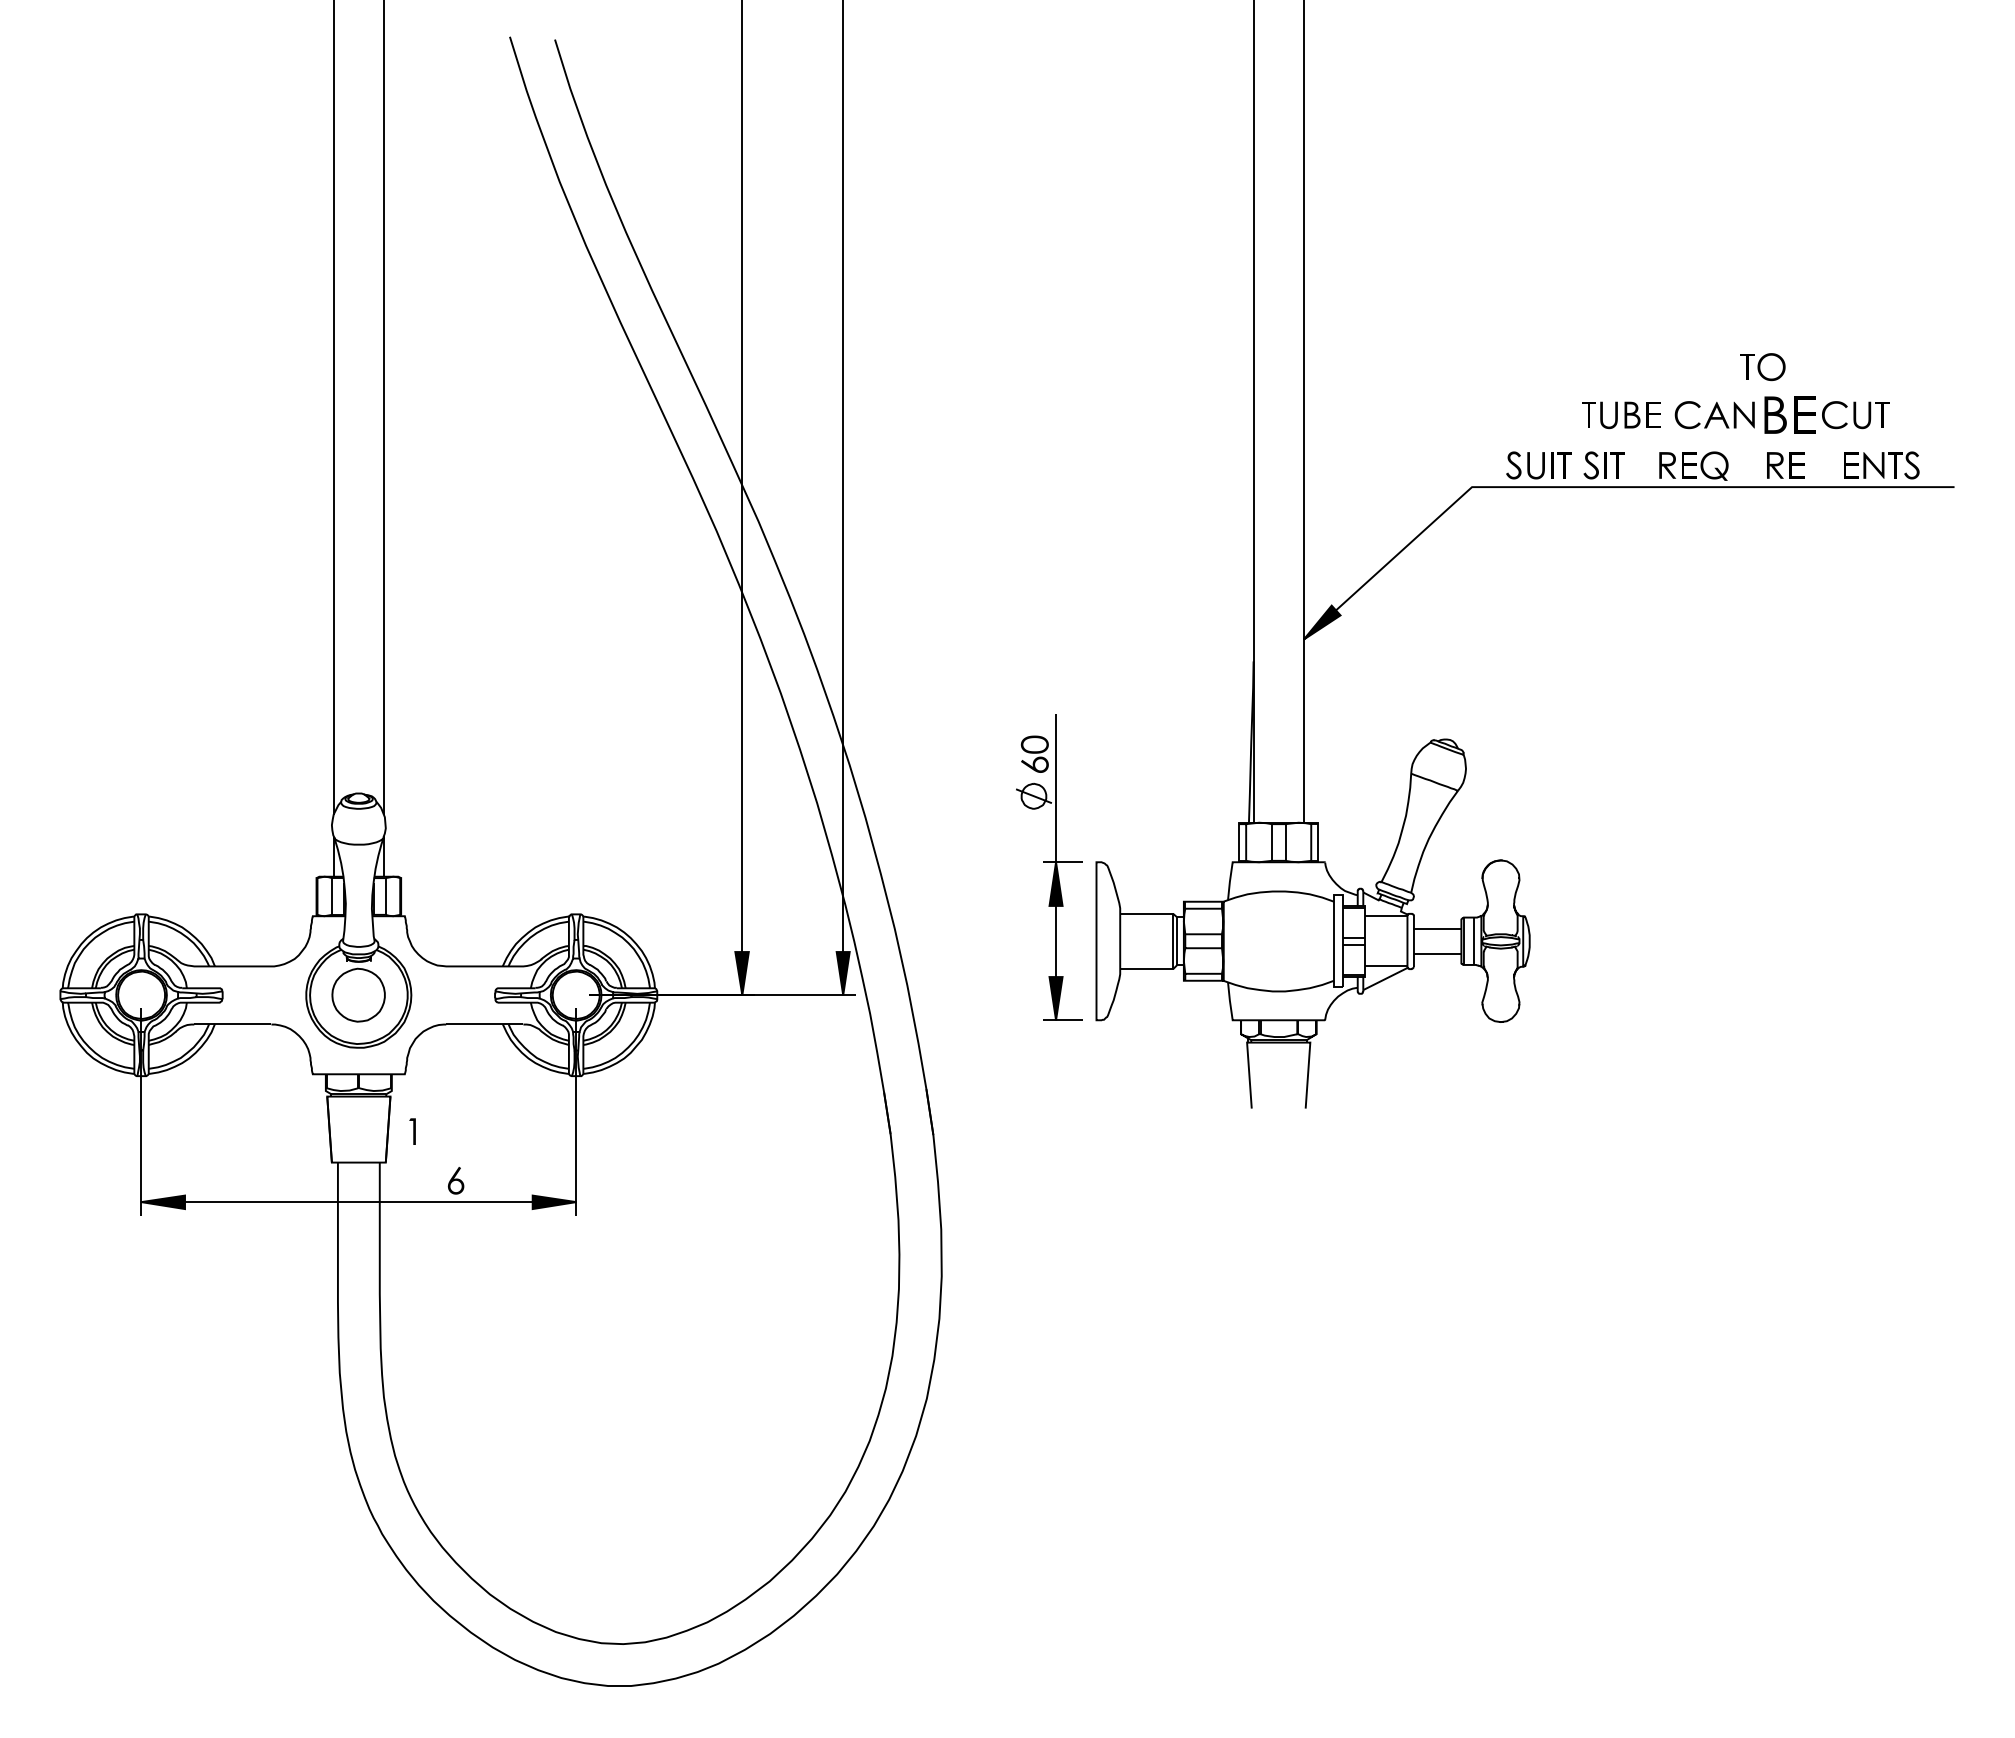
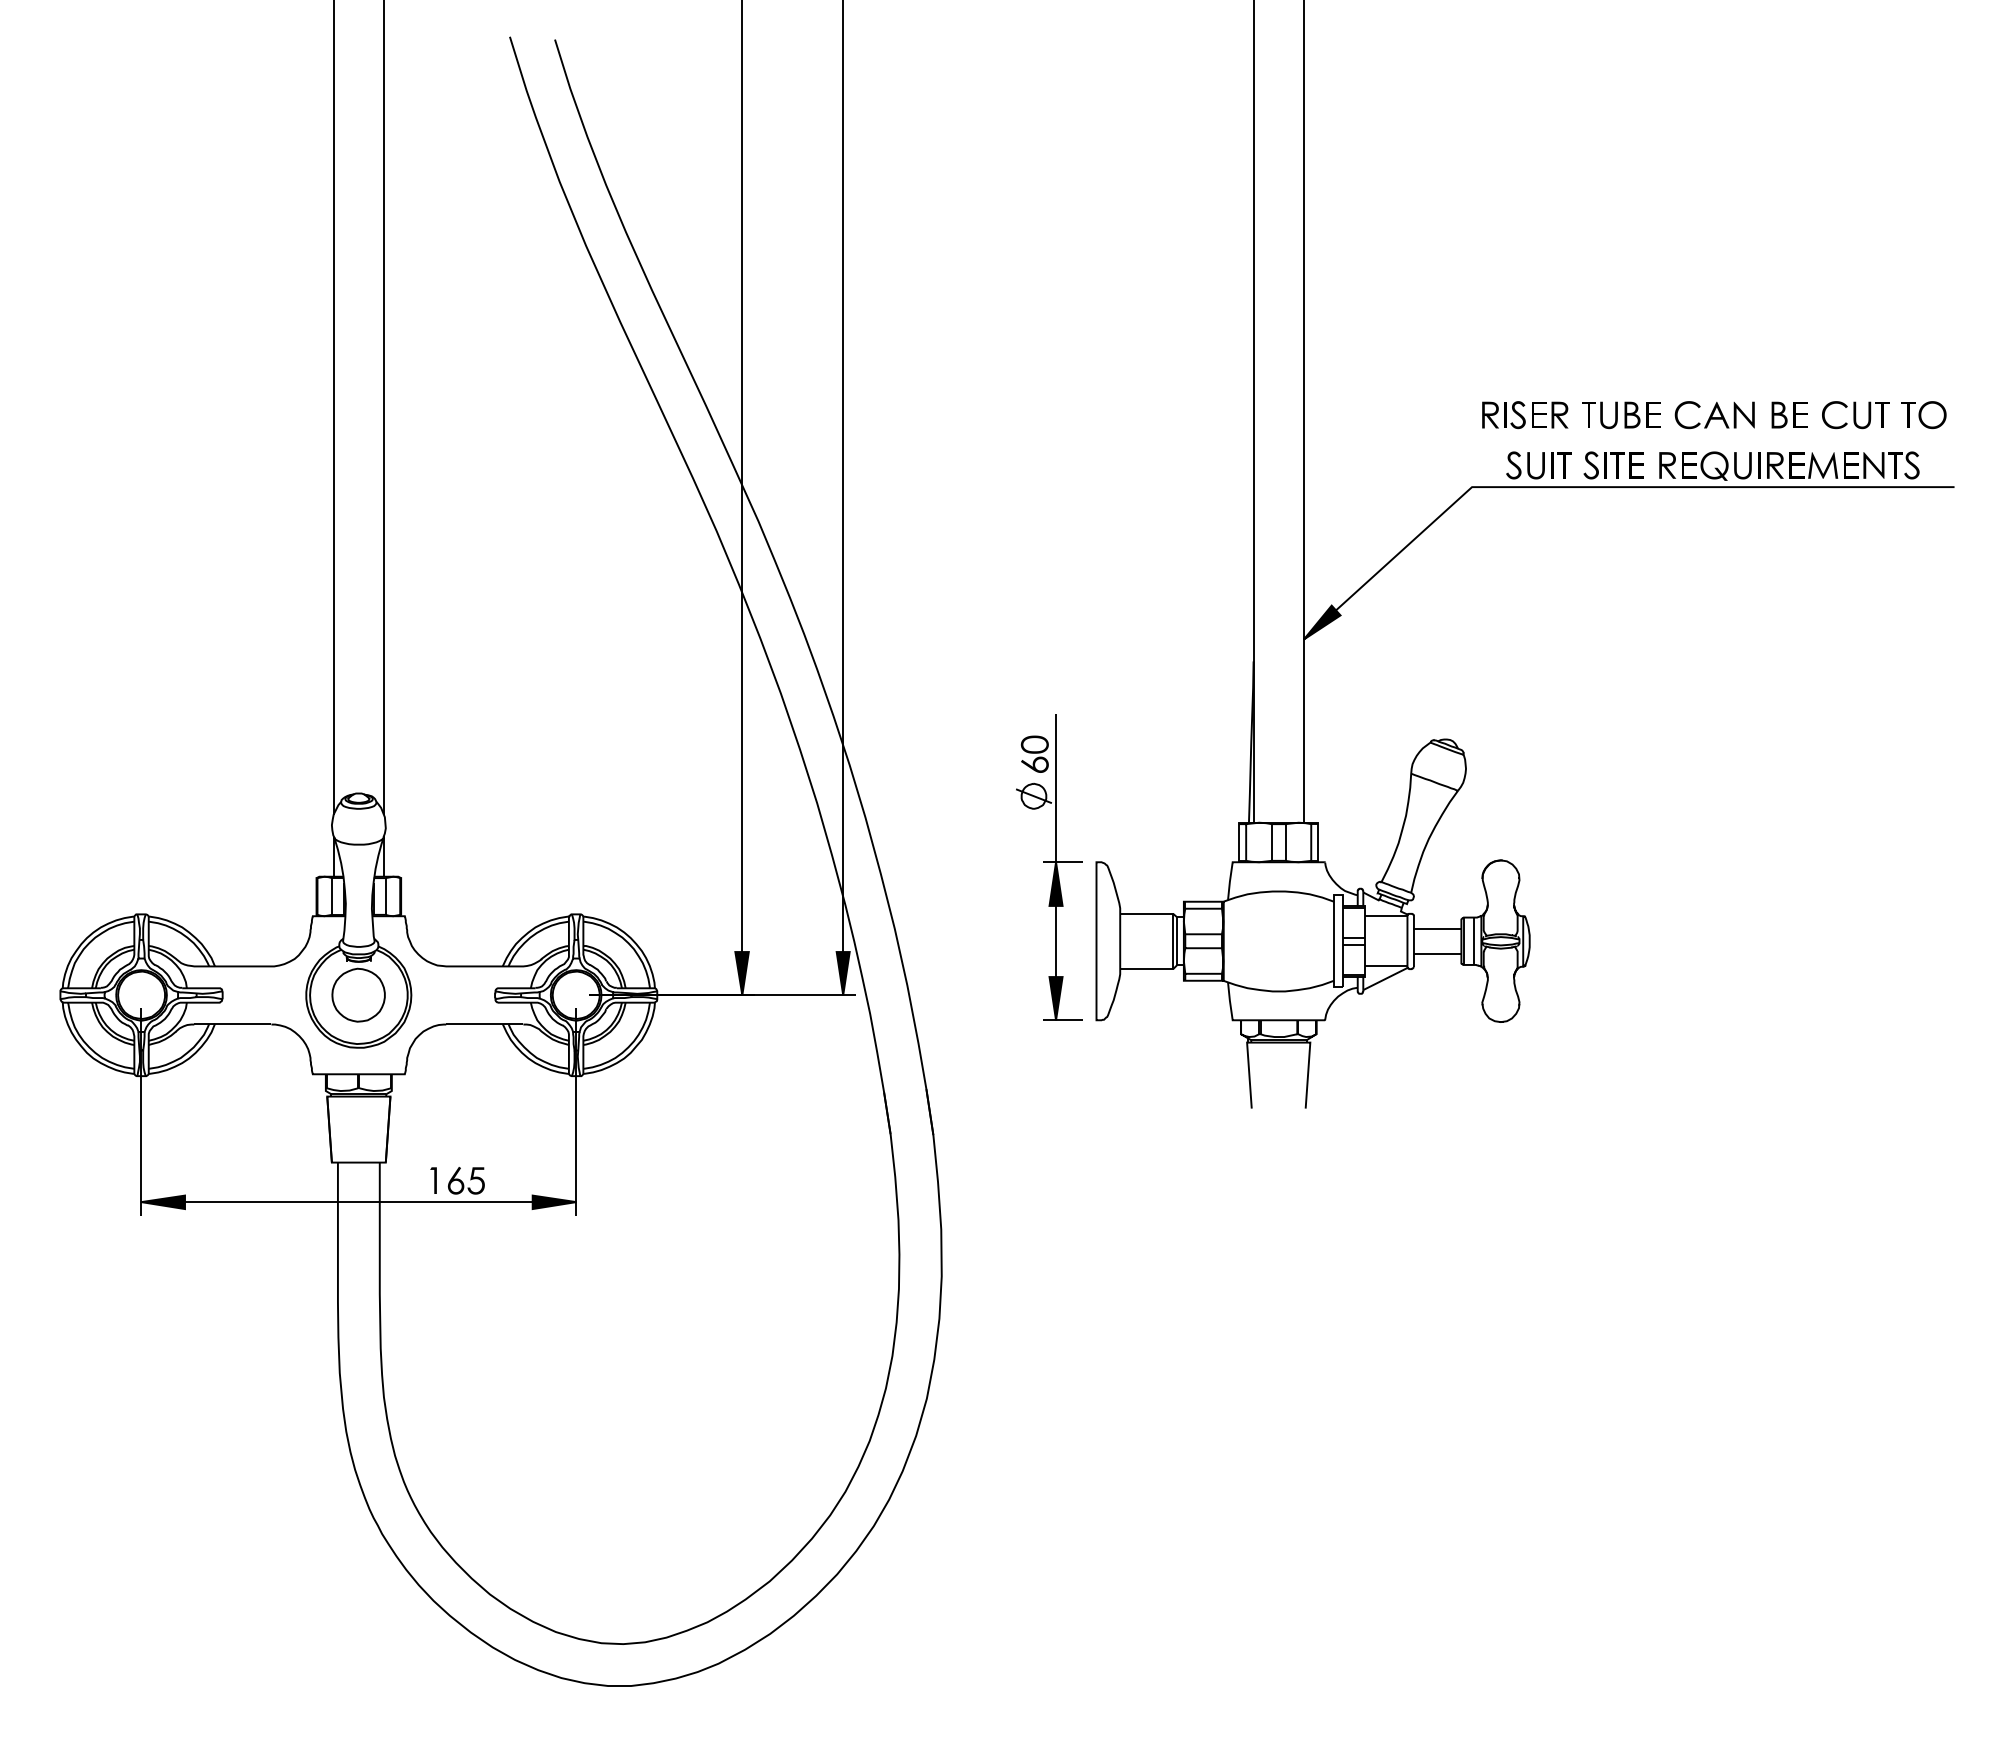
part at (1762, 367) position: (1762, 367) -> (1923, 415)
part at (1789, 414) size: 52x38 px -> 37x28 px
part at (1525, 415): none -> present
fill at (1636, 465): none -> present
fill at (1742, 465): none -> present
fill at (1759, 465): none -> present
fill at (1823, 465): none -> present
part at (412, 1131) position: (412, 1131) -> (433, 1180)
fill at (475, 1180): none -> present
